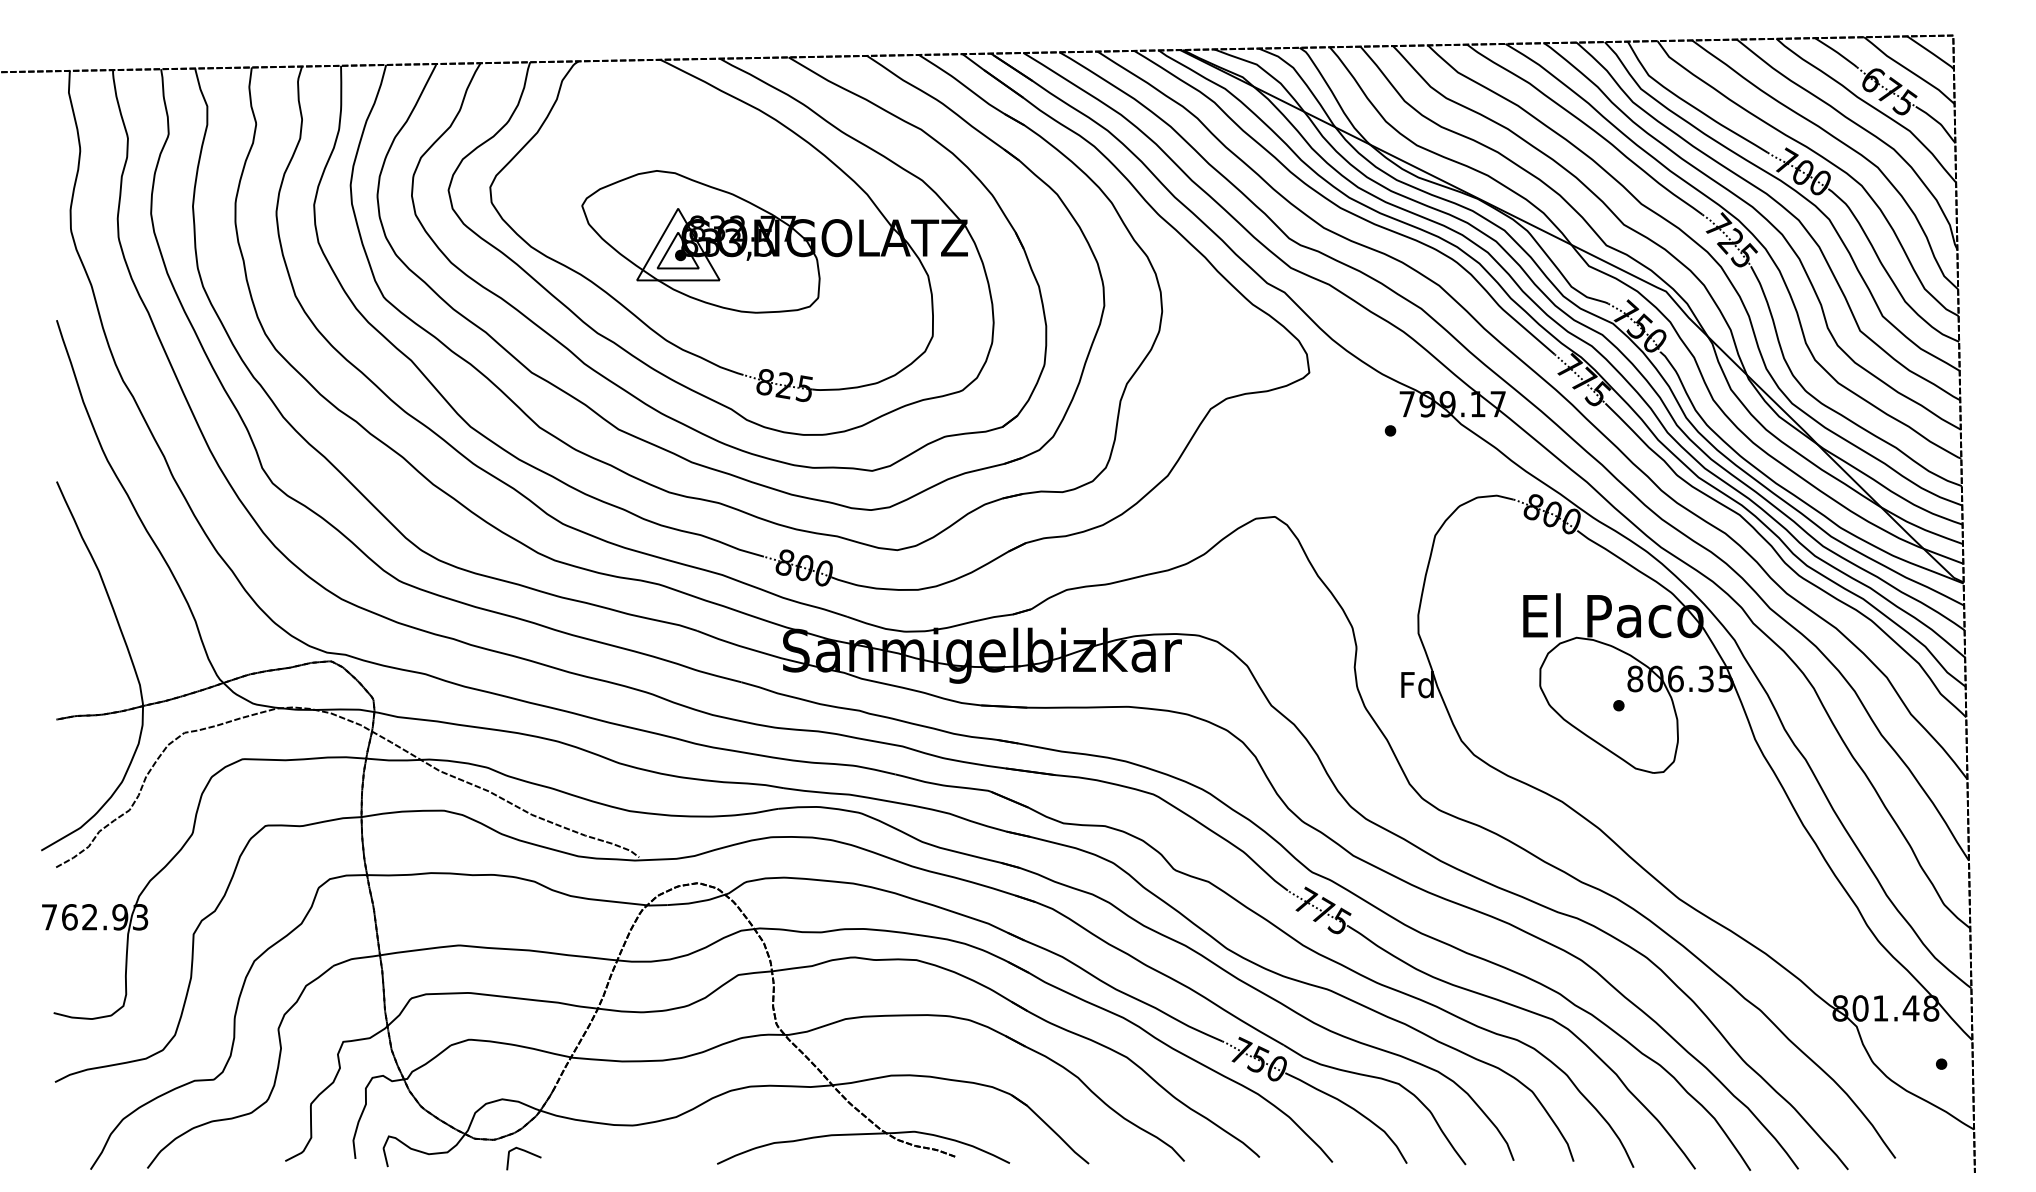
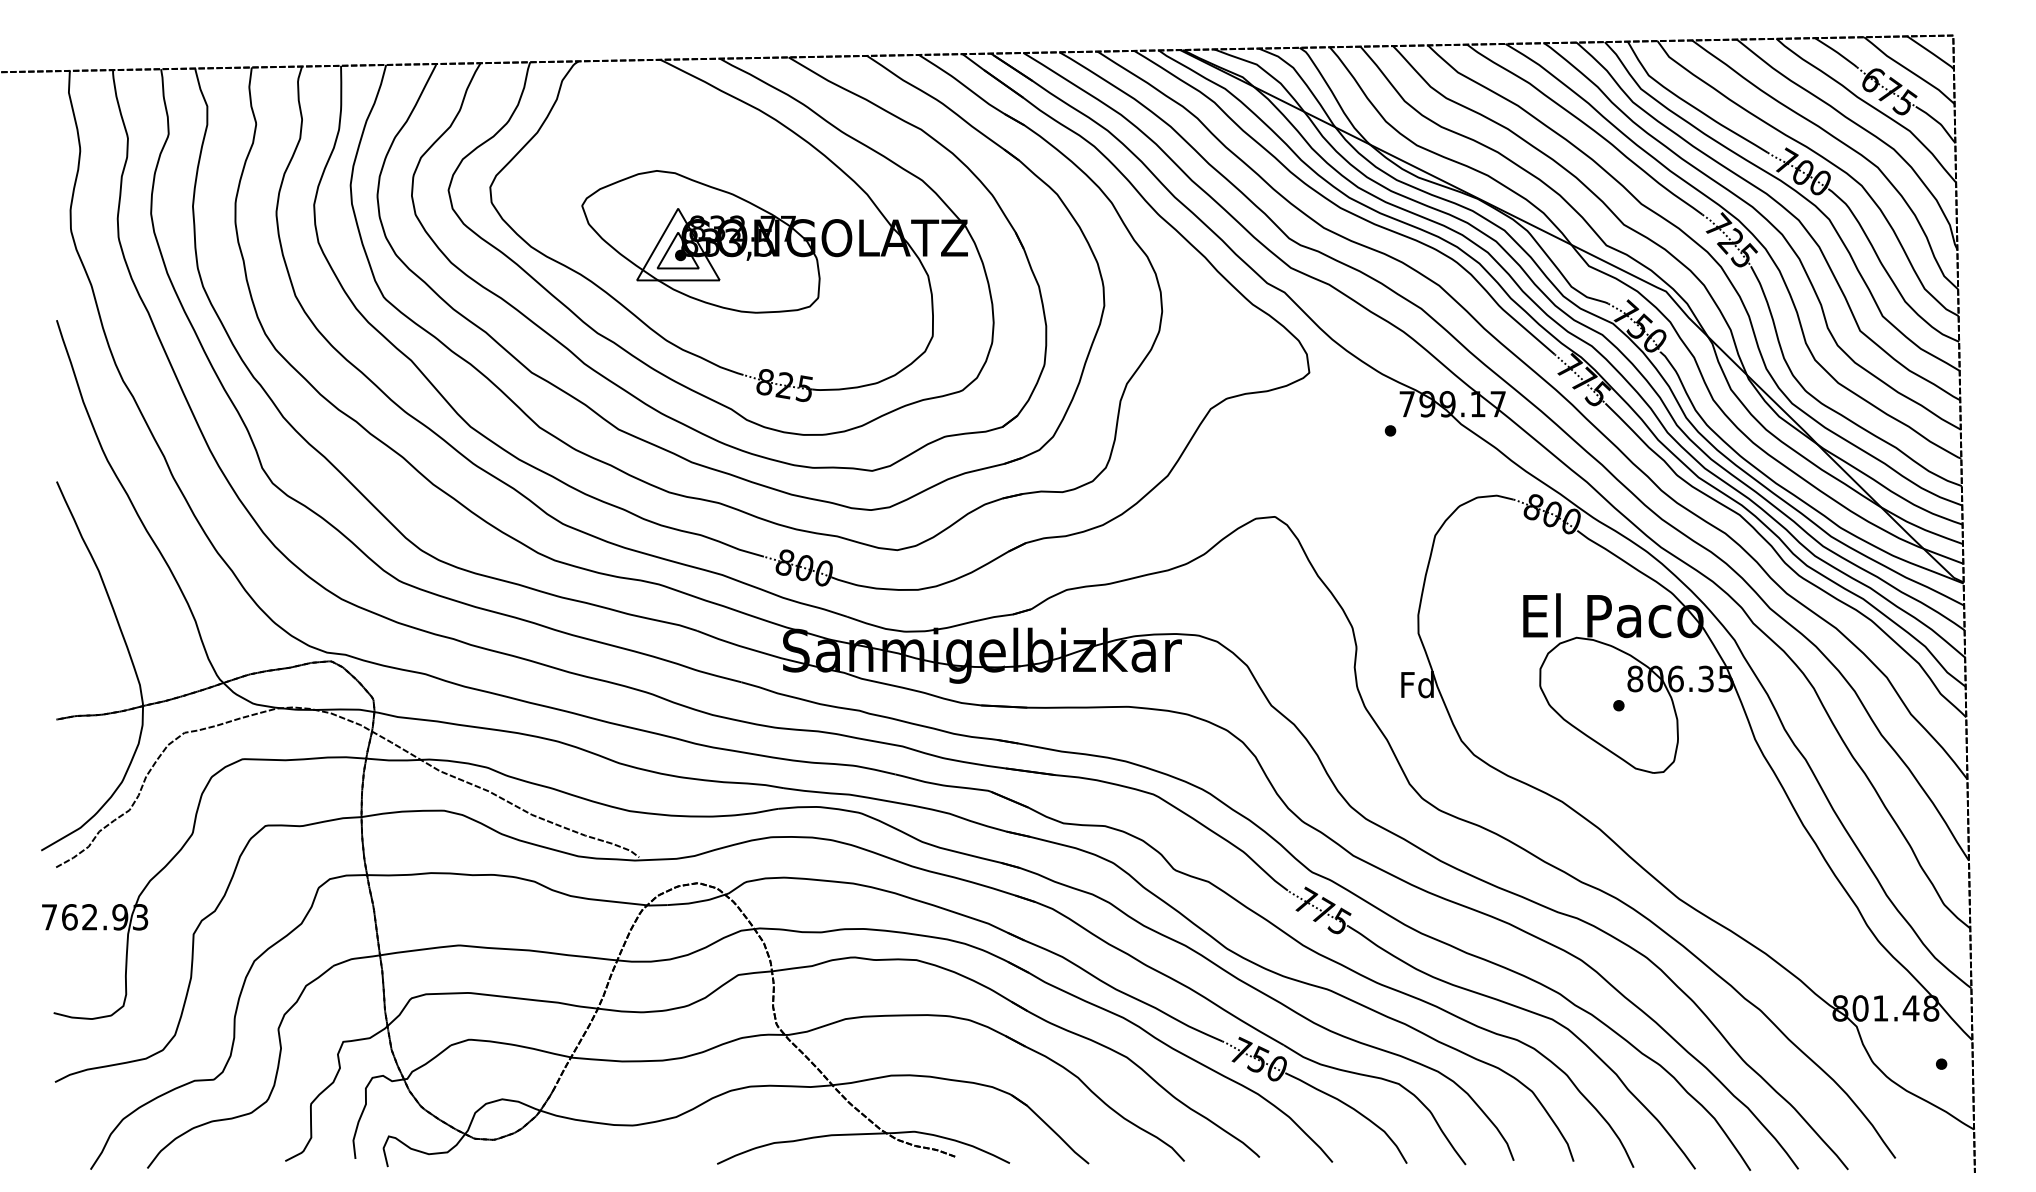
curve at (525, 1152): present -> none
